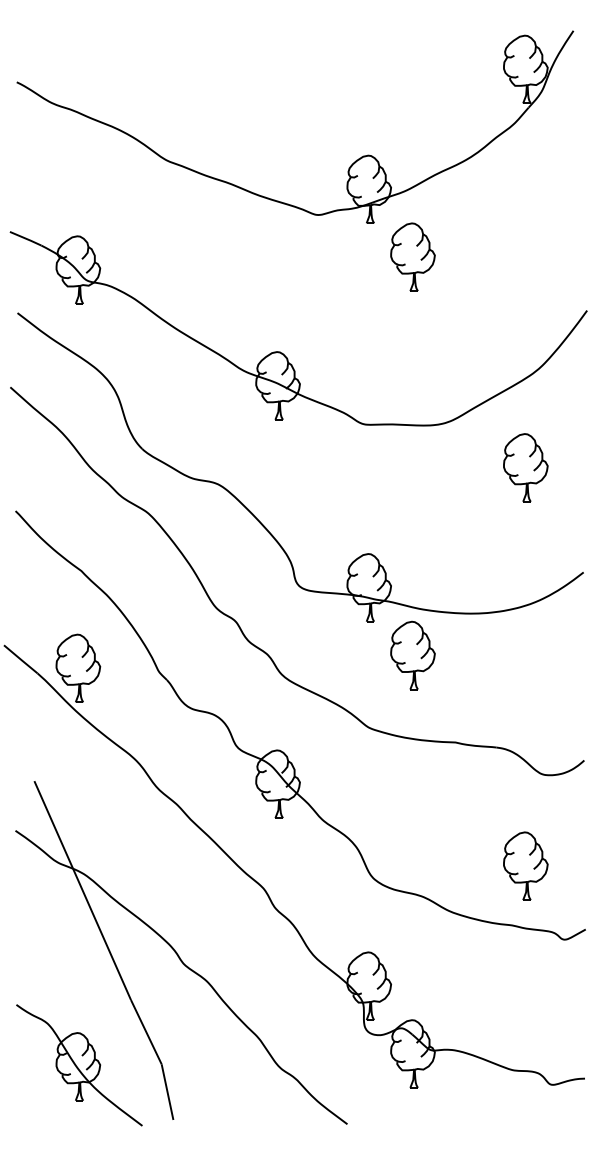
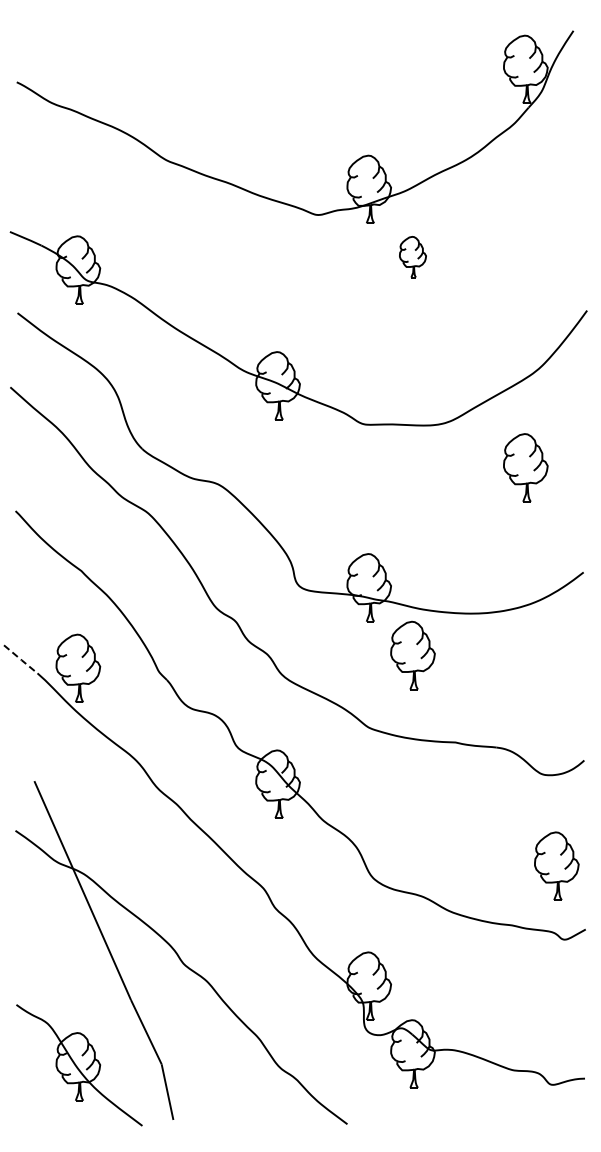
part at (412, 256) size: 46x70 px -> 28x43 px
line at (20, 659): solid -> dashed
part at (525, 865) position: (525, 865) -> (556, 865)
